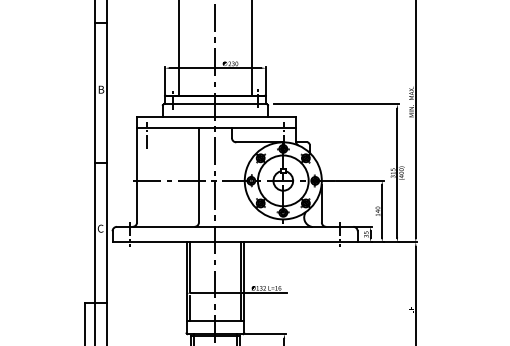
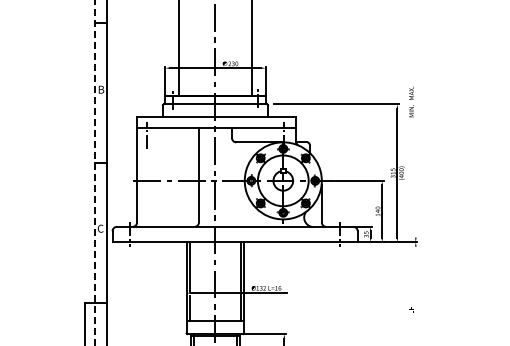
line at (415, 119): present -> none
line at (94, 173): solid -> dashed
line at (415, 294): present -> none
